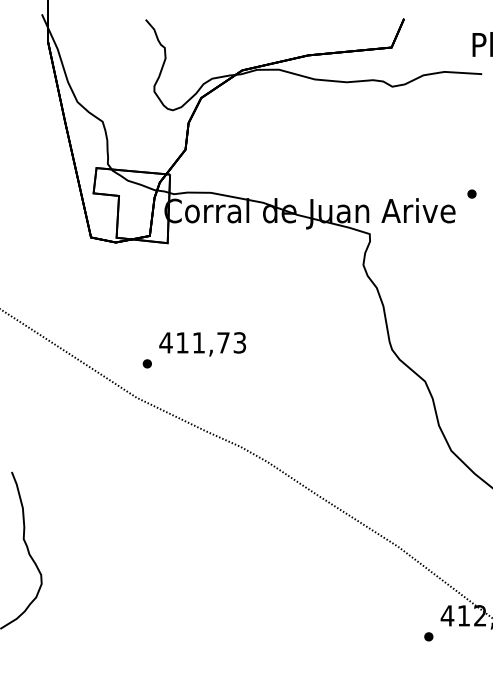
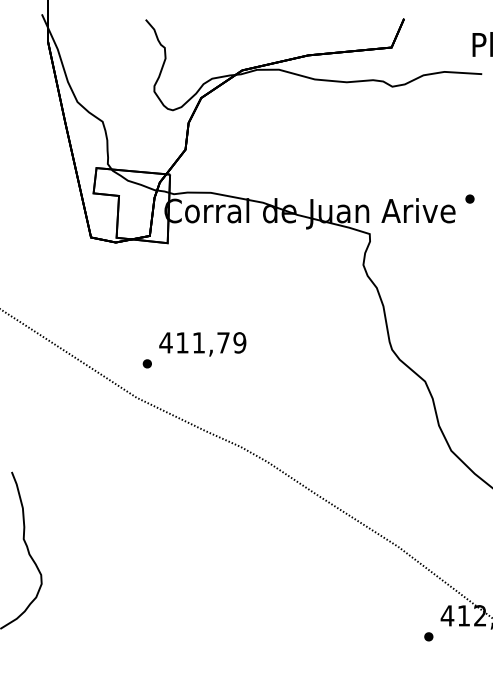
part at (471, 193) position: (471, 193) -> (469, 198)
text at (239, 342): 411,73 -> 411,79
